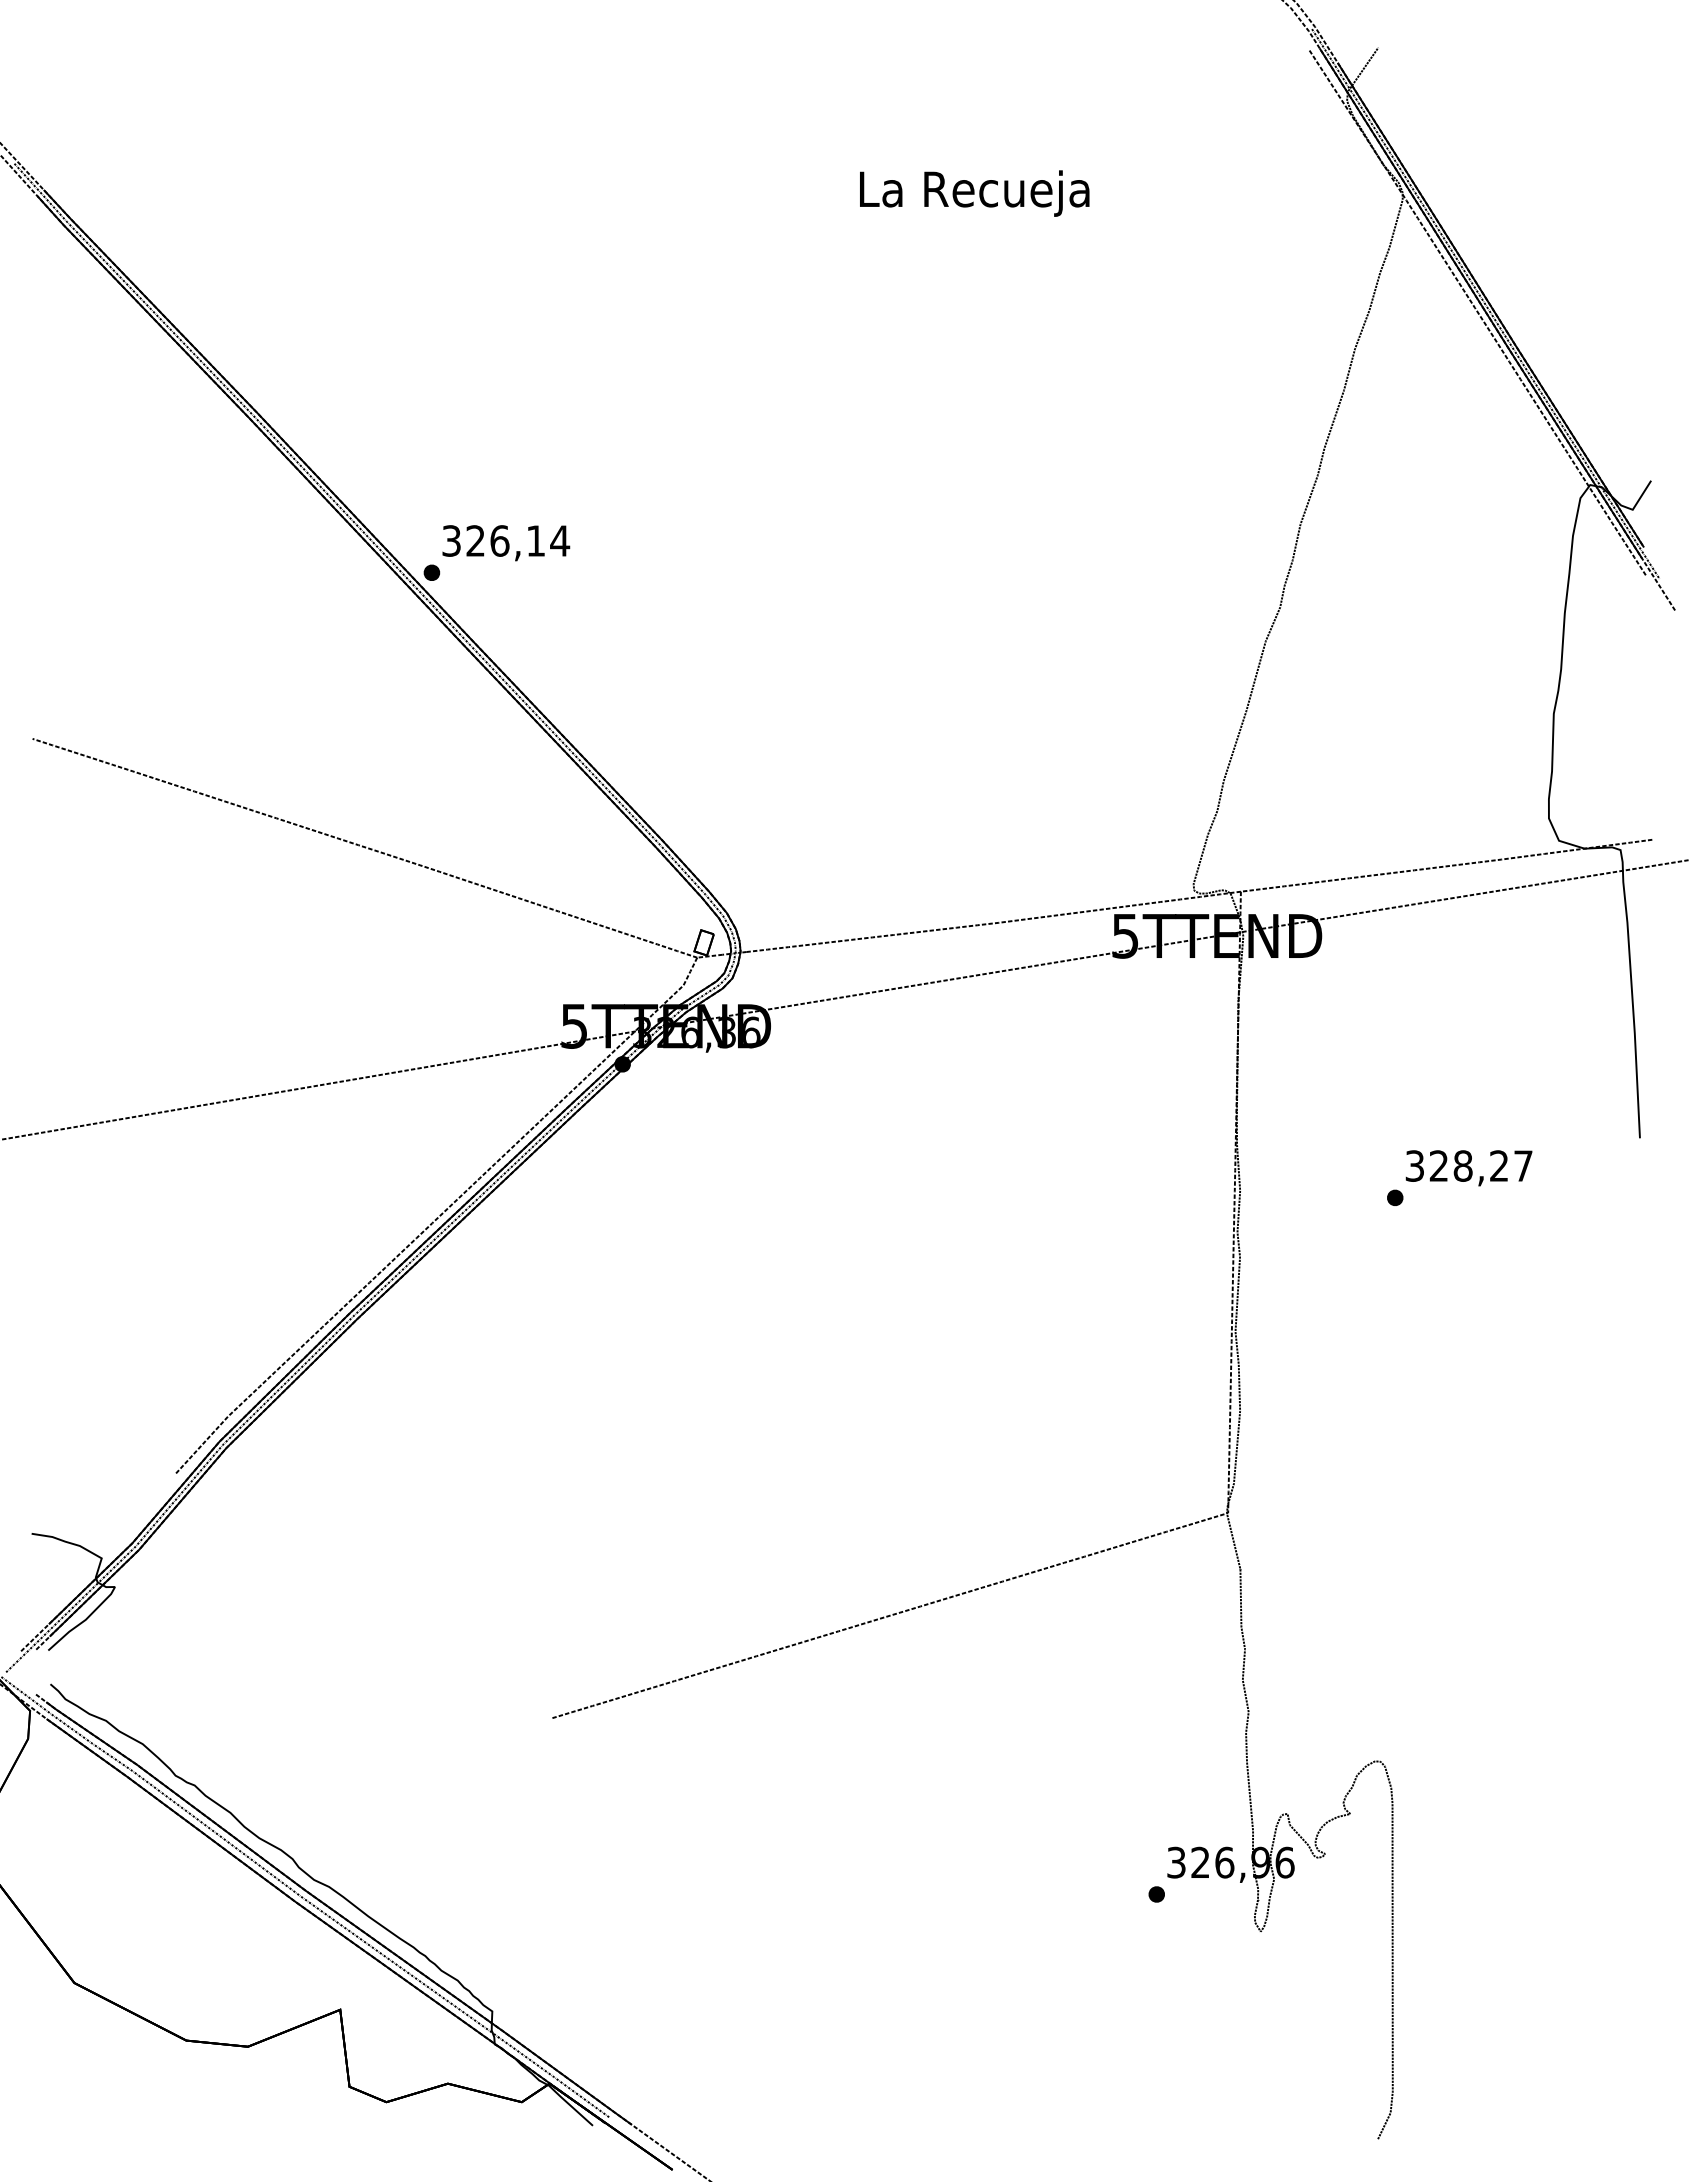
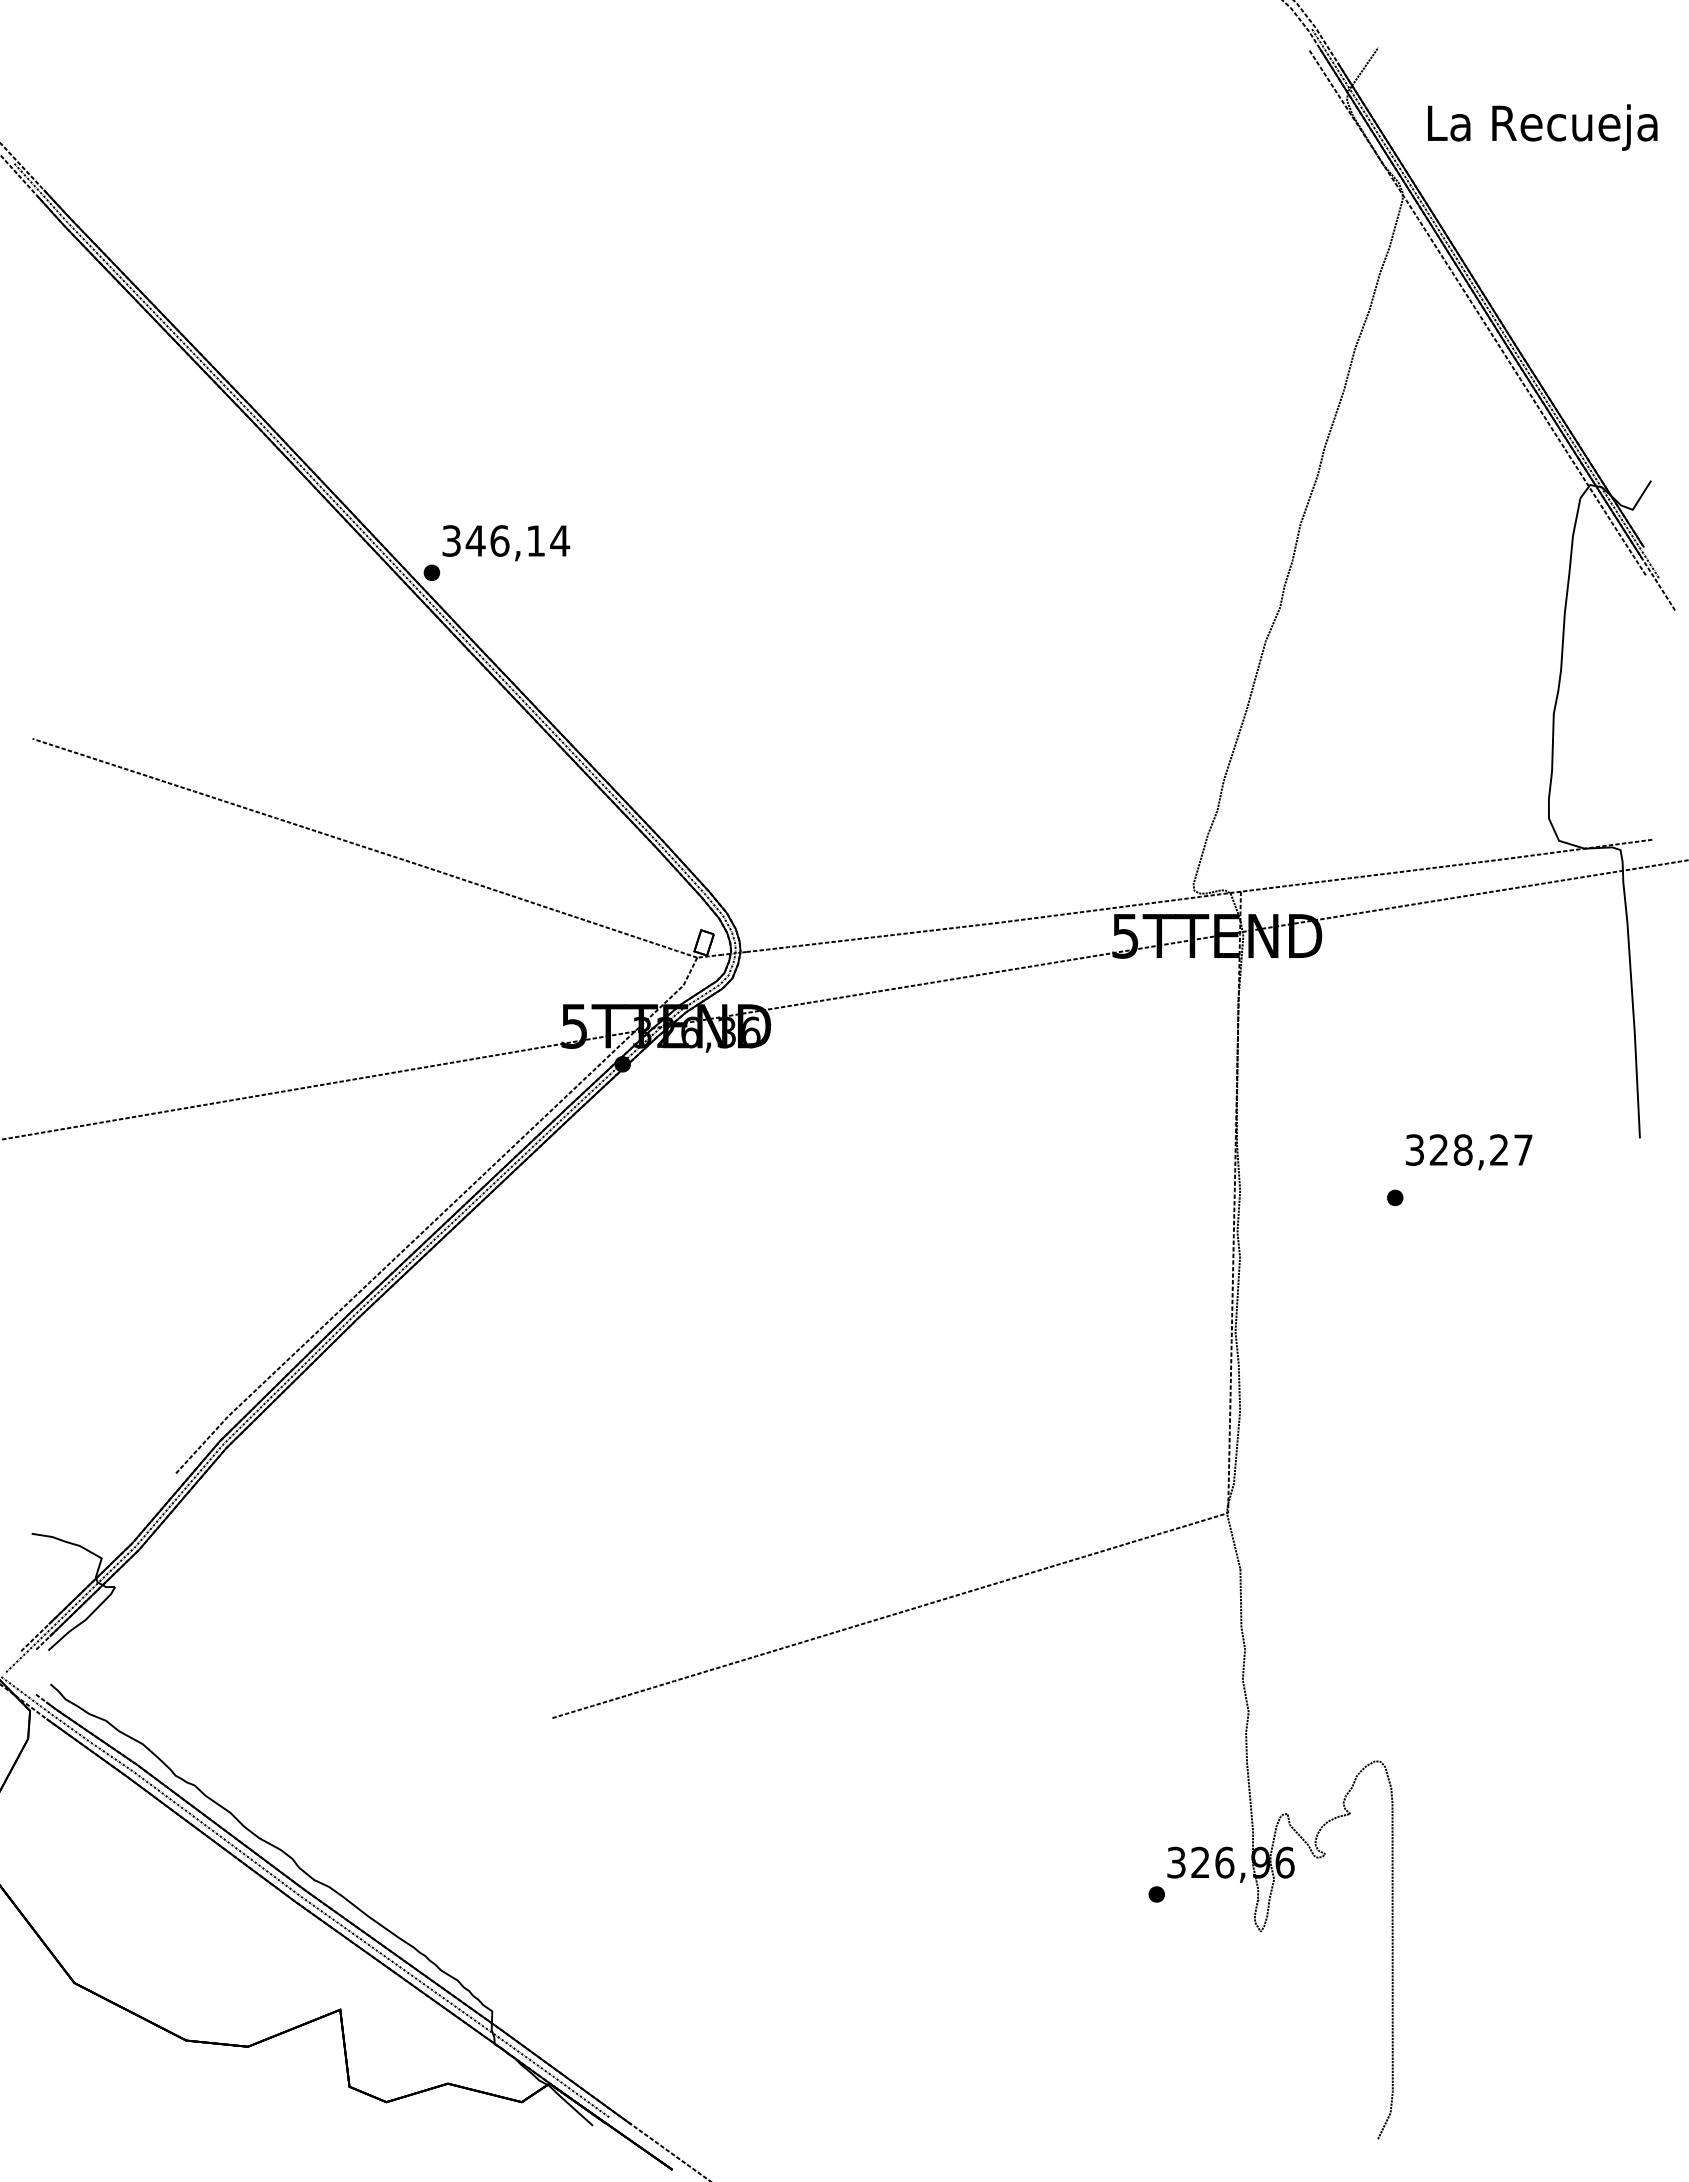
text at (974, 193) position: (974, 193) -> (1542, 127)
text at (475, 540): 326,14 -> 346,14
text at (1468, 1168) position: (1468, 1168) -> (1468, 1152)
